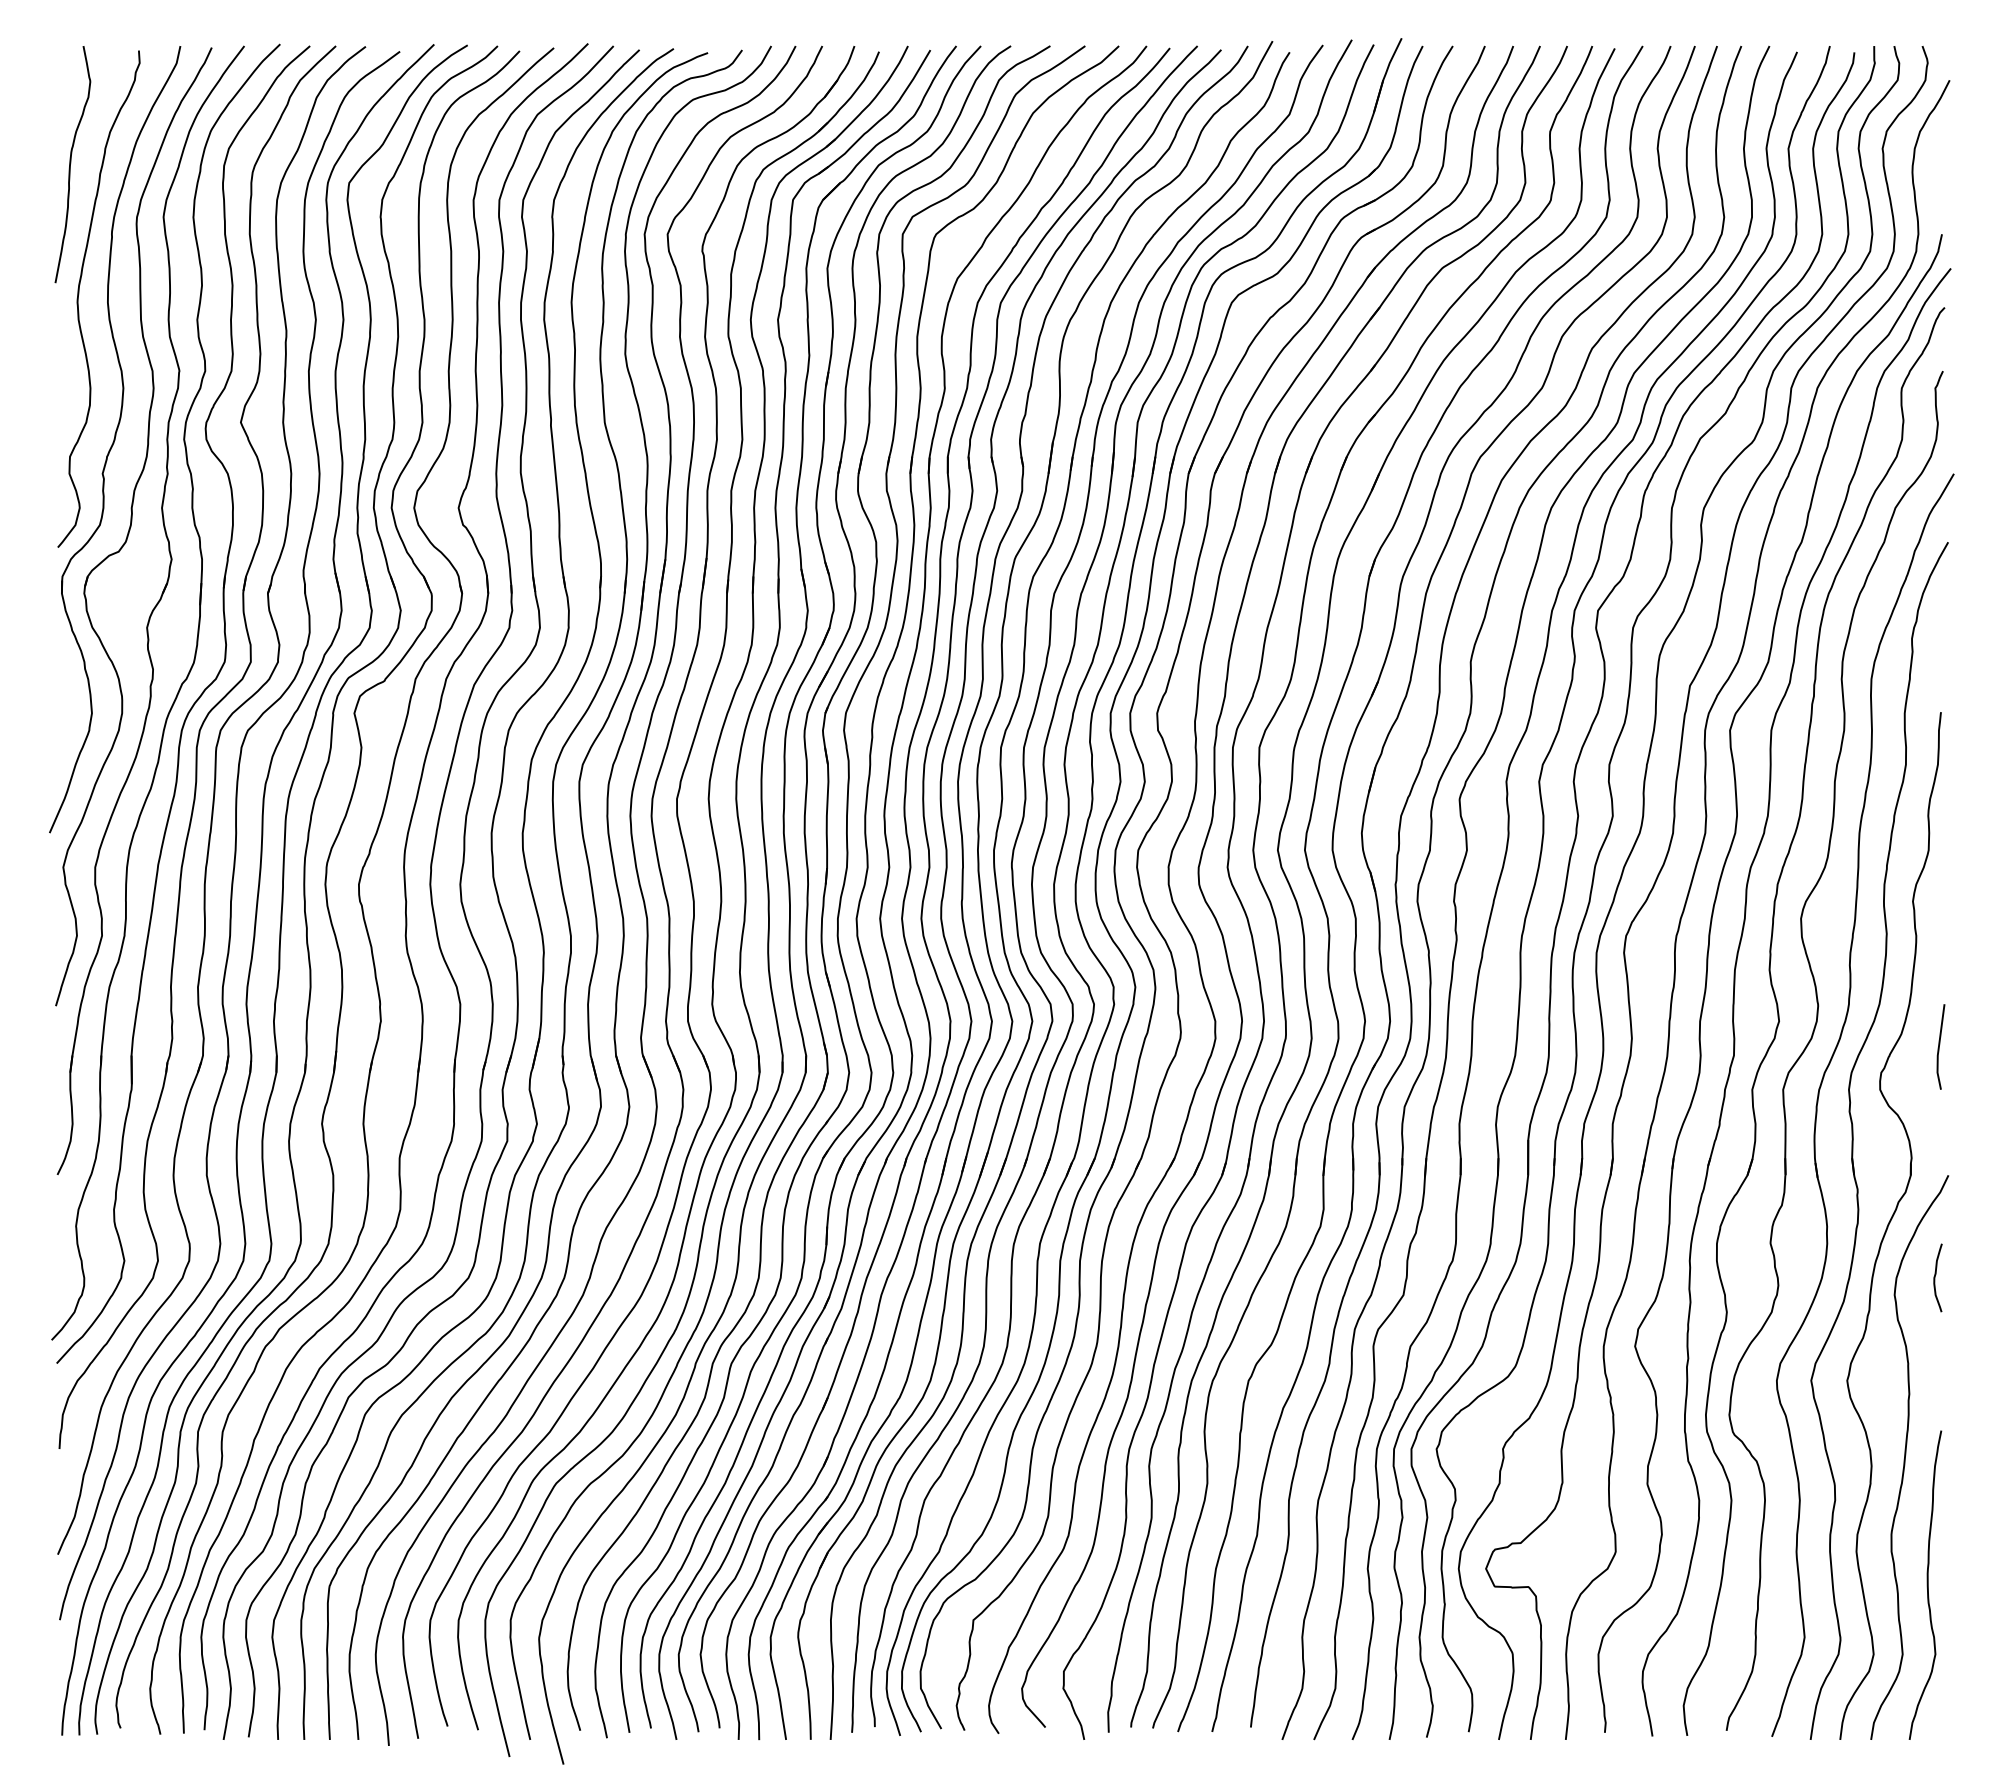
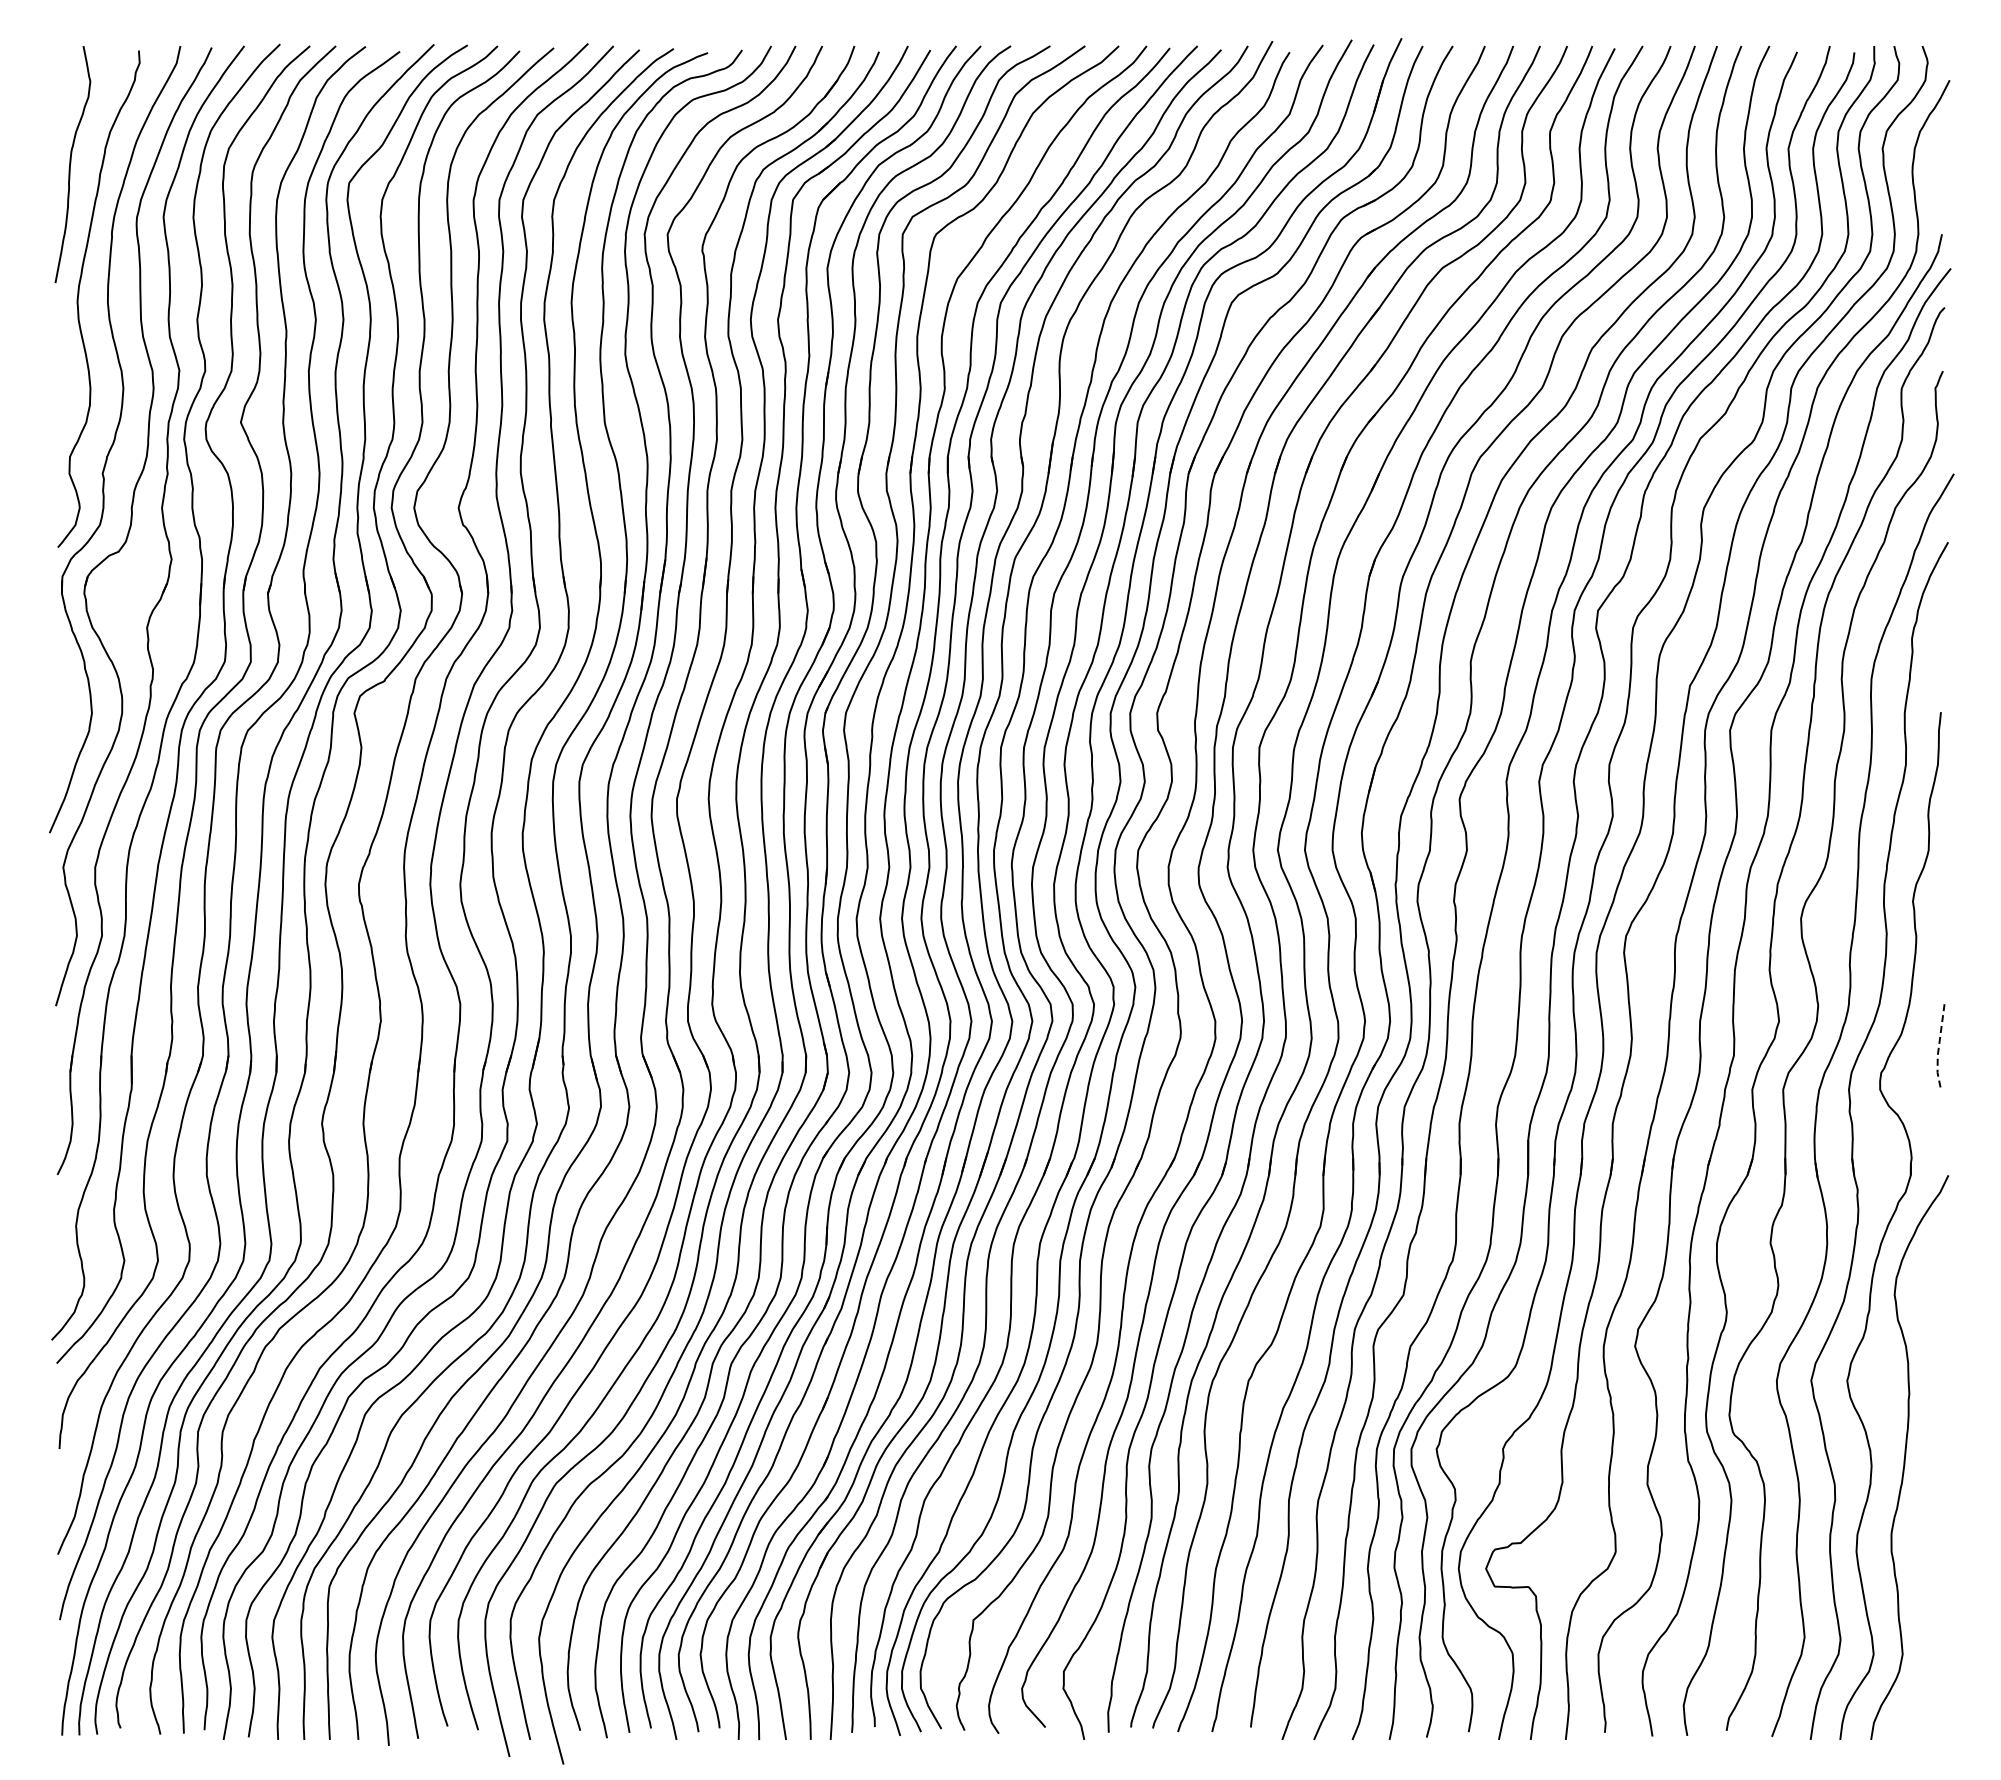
line at (1938, 1048): solid -> dashed
curve at (1935, 1277): present -> none
curve at (1926, 1584): present -> none
